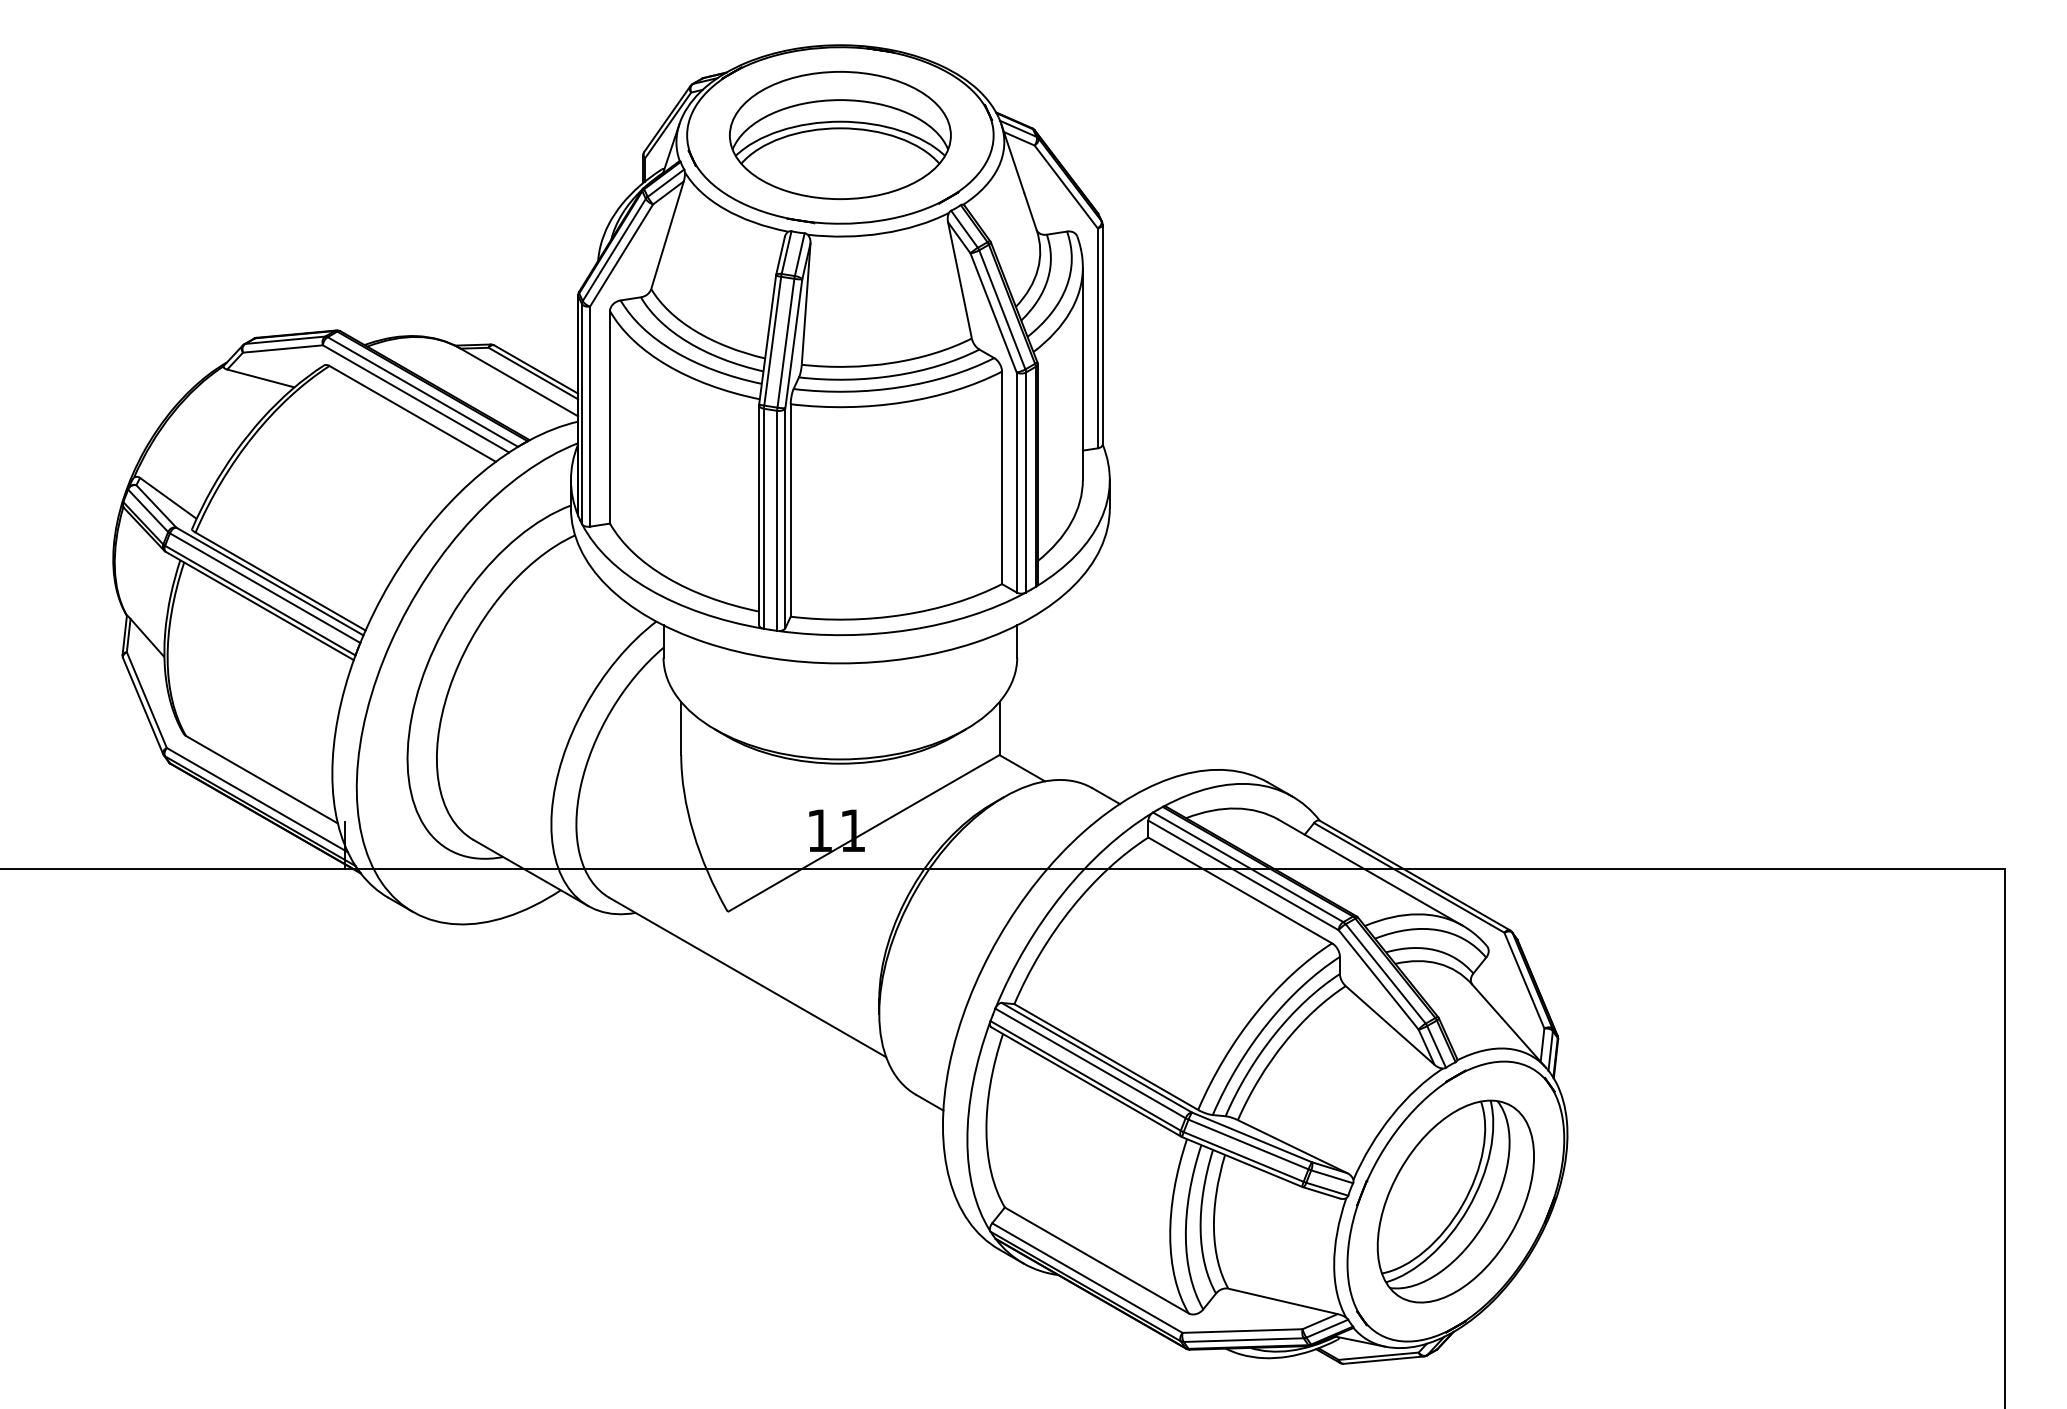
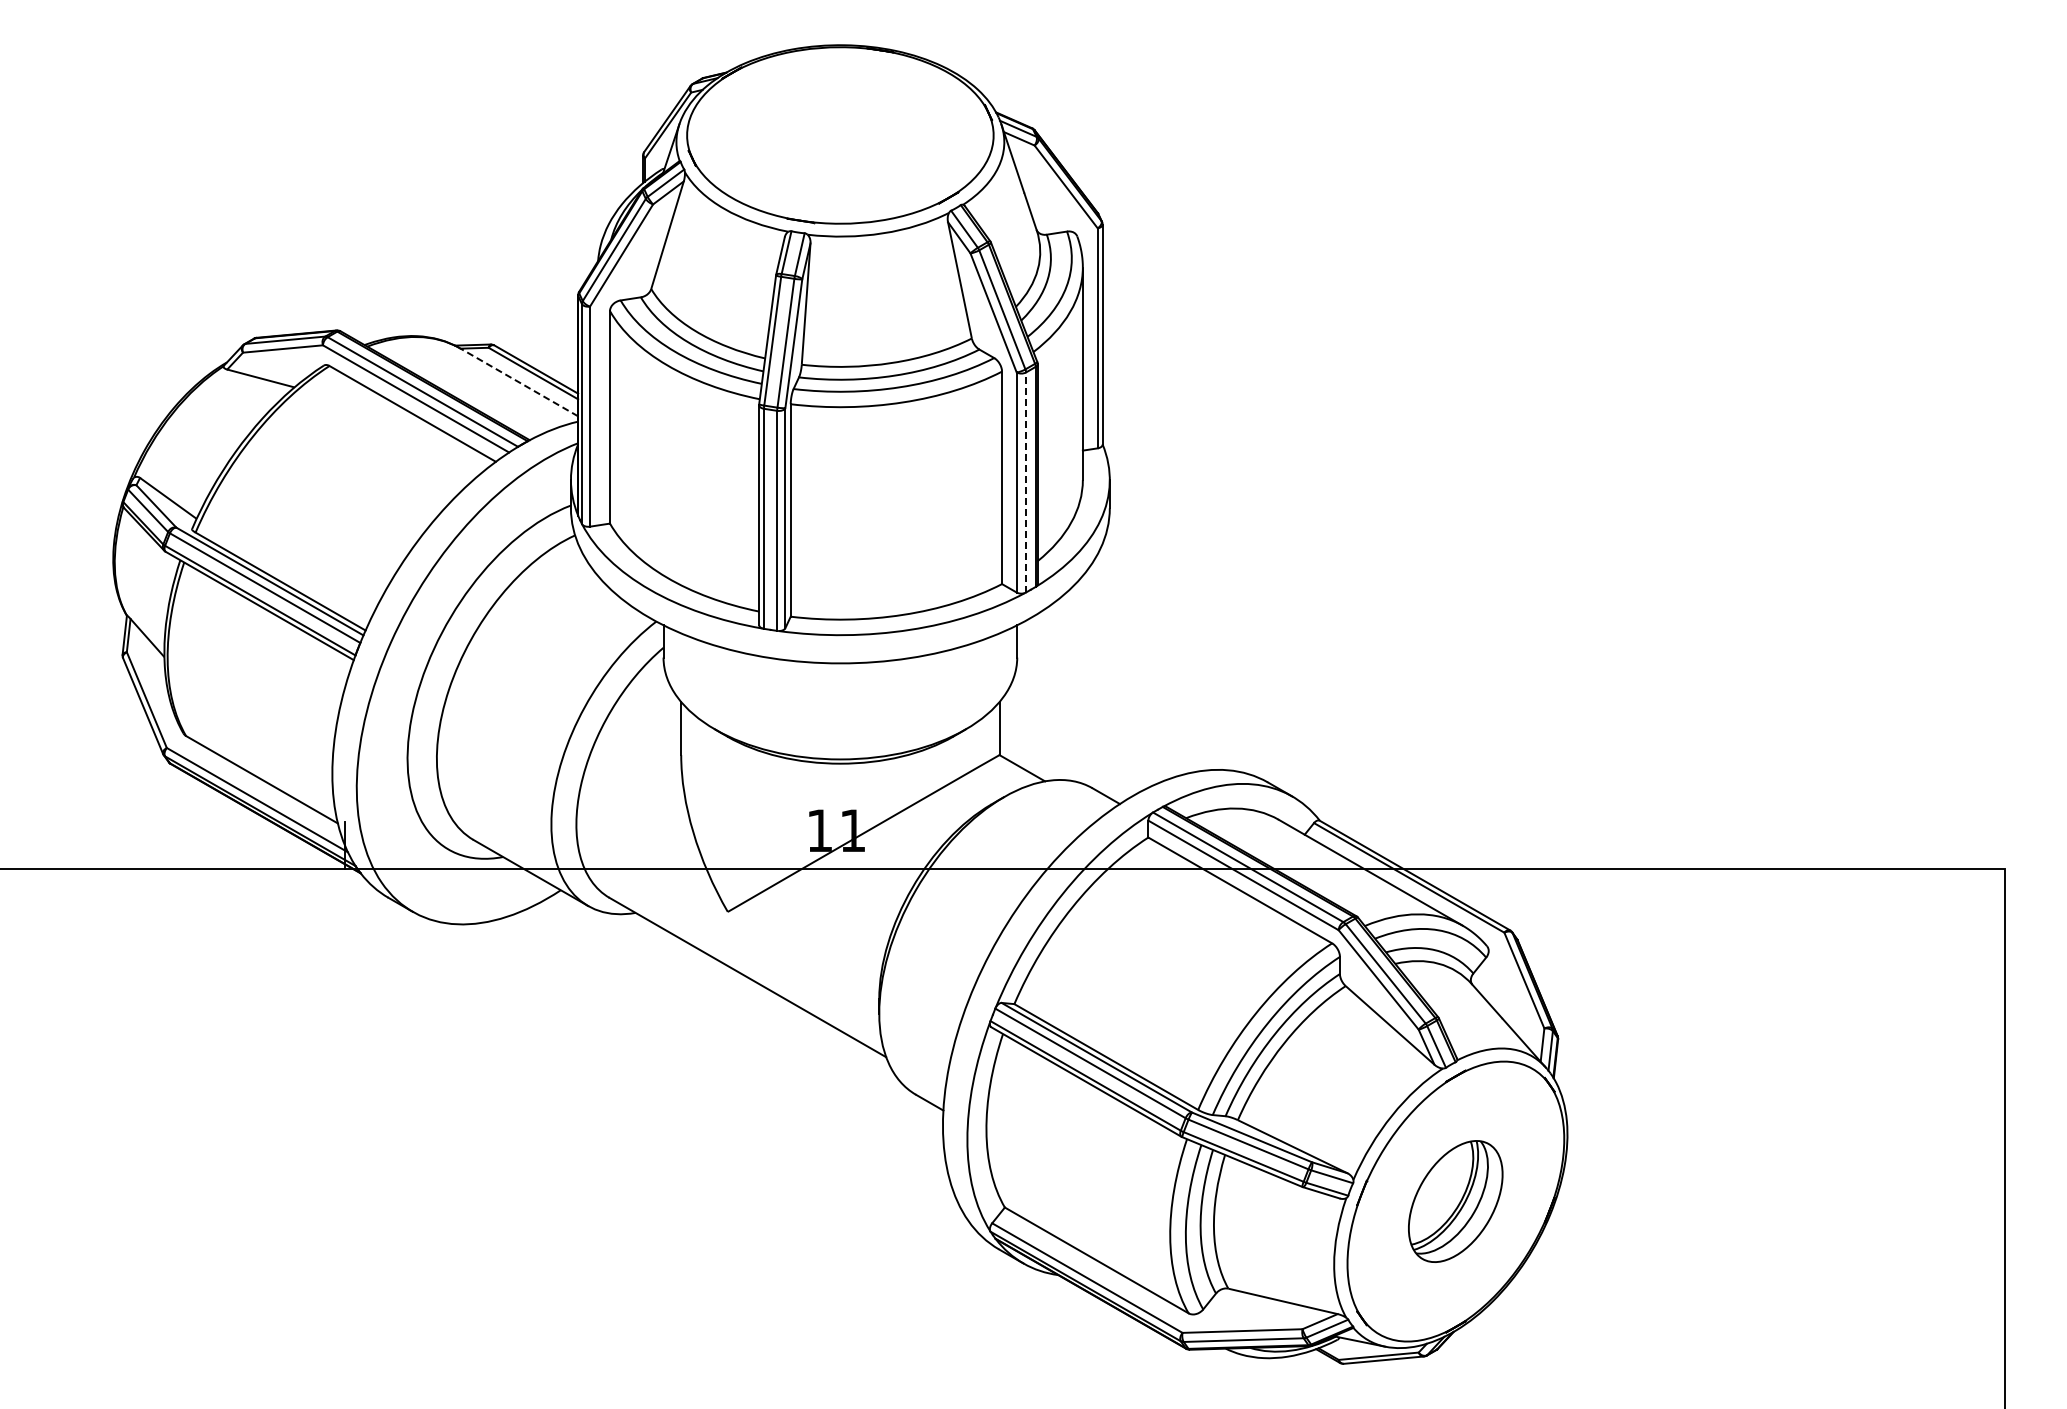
part at (840, 135): present -> none
line at (518, 382): solid -> dashed
line at (1026, 482): solid -> dashed
part at (1455, 1201) size: 159x205 px -> 96x123 px
